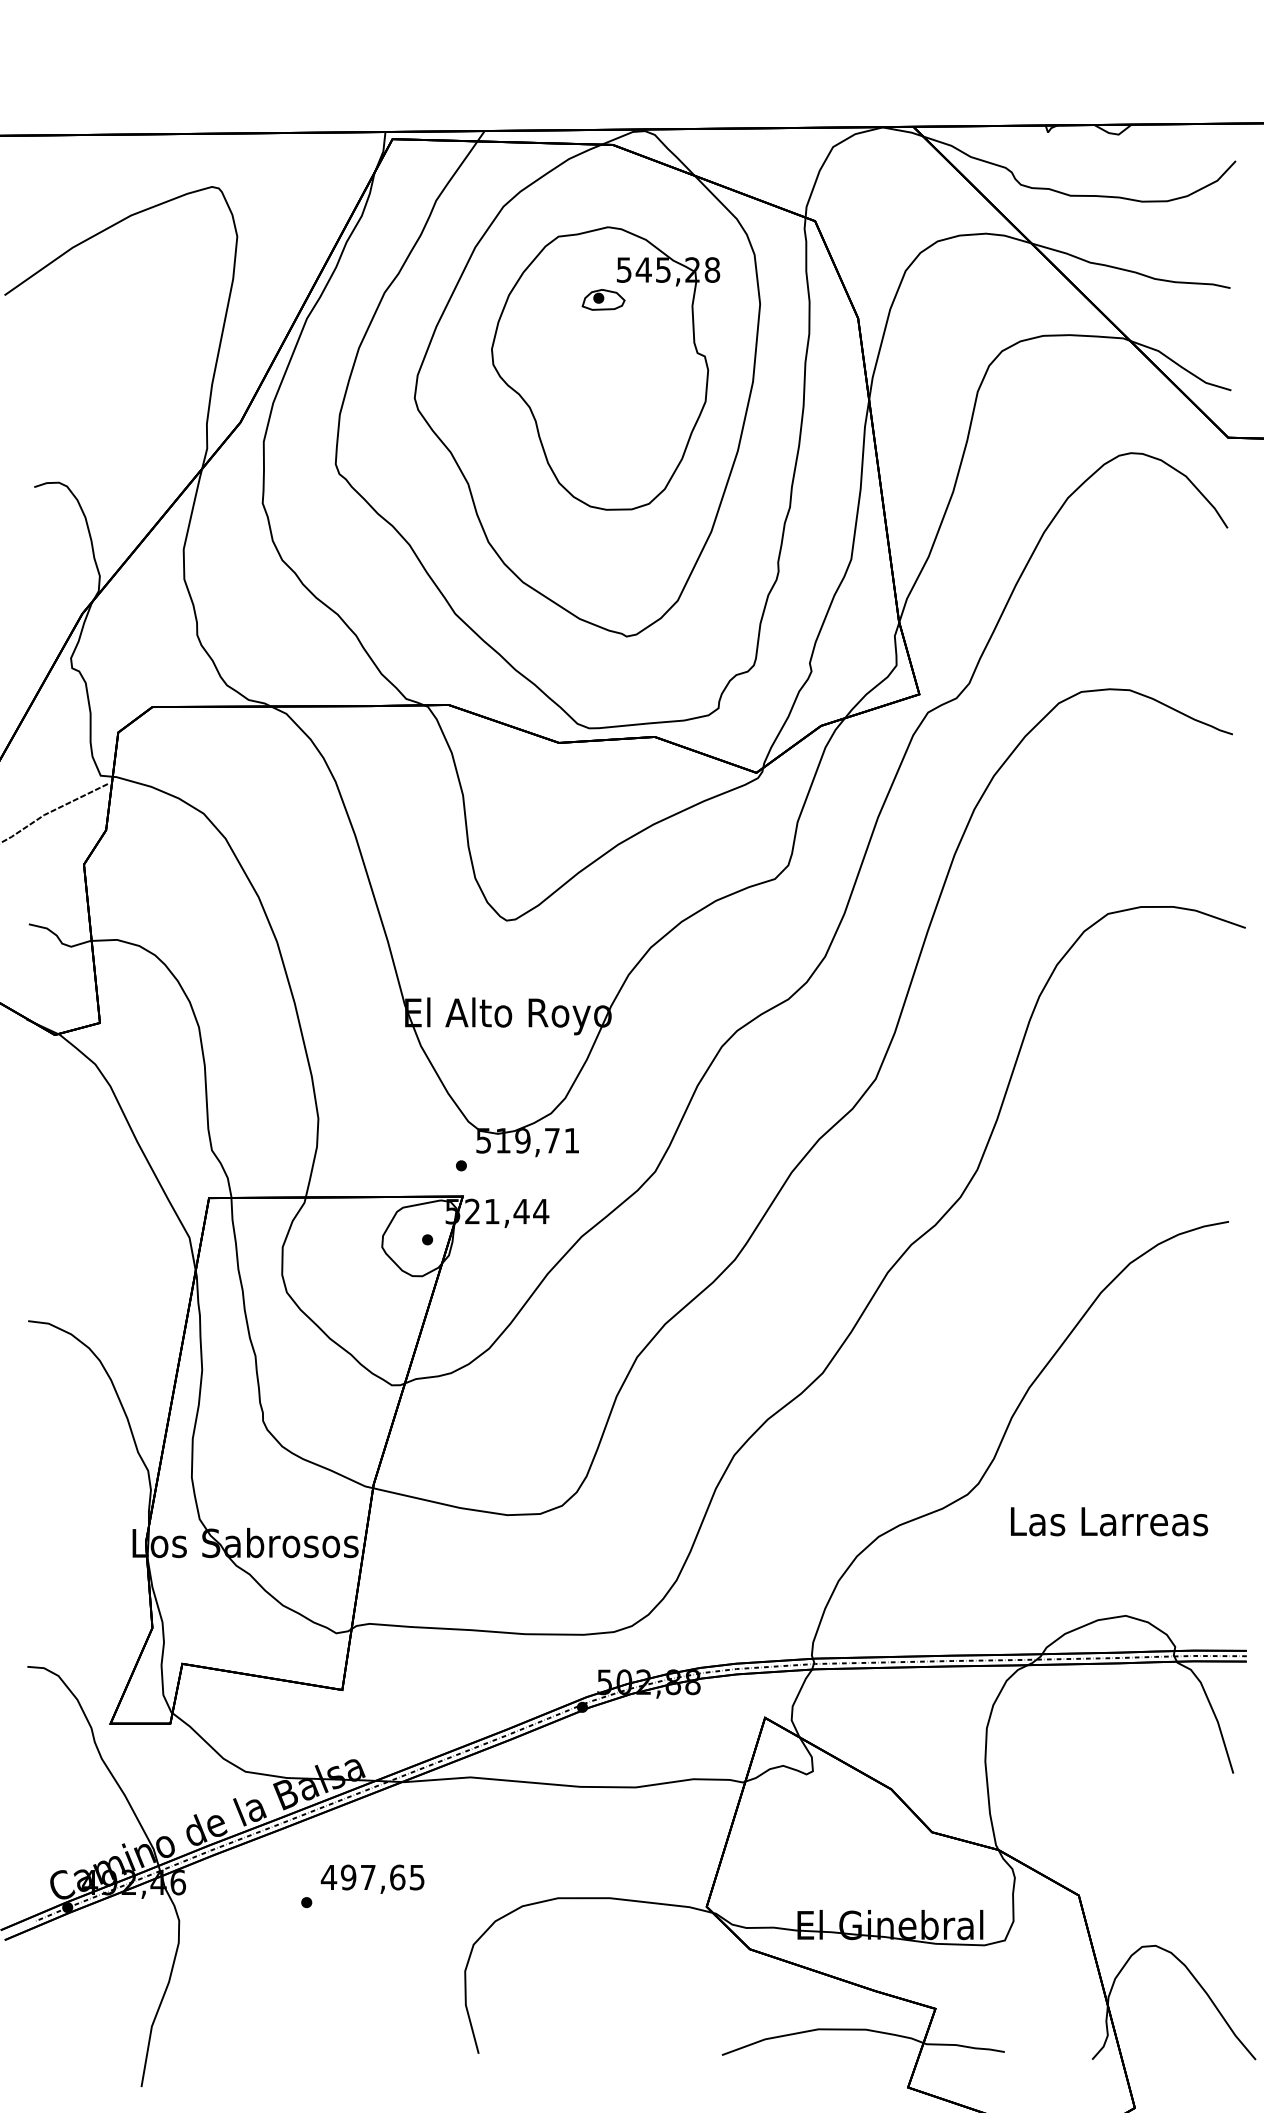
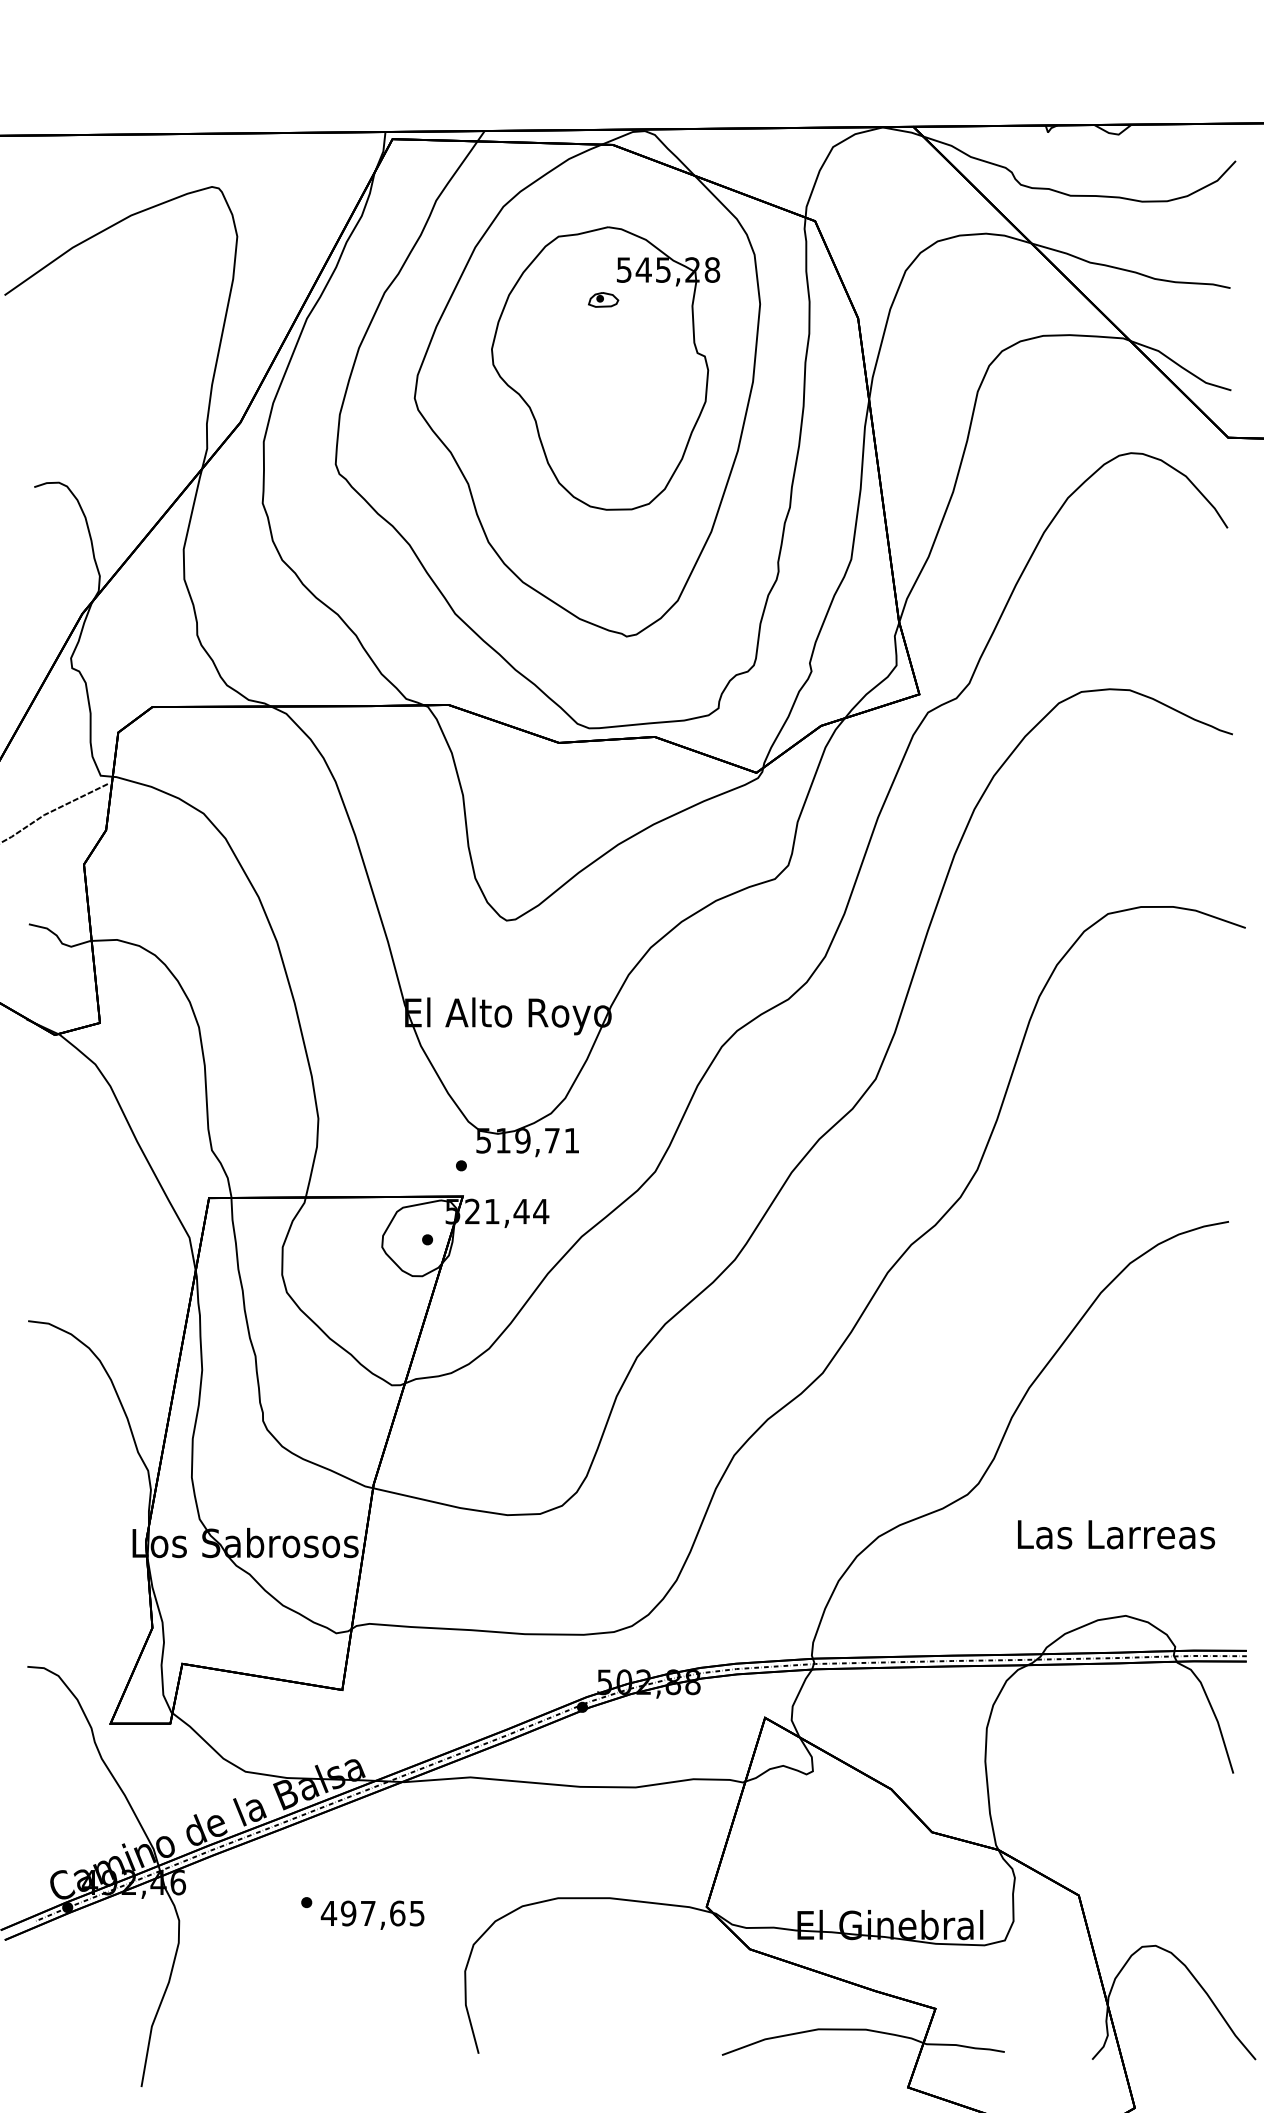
part at (603, 299) size: 45x22 px -> 32x16 px
text at (1109, 1521) position: (1109, 1521) -> (1116, 1534)
text at (372, 1878) position: (372, 1878) -> (372, 1914)
